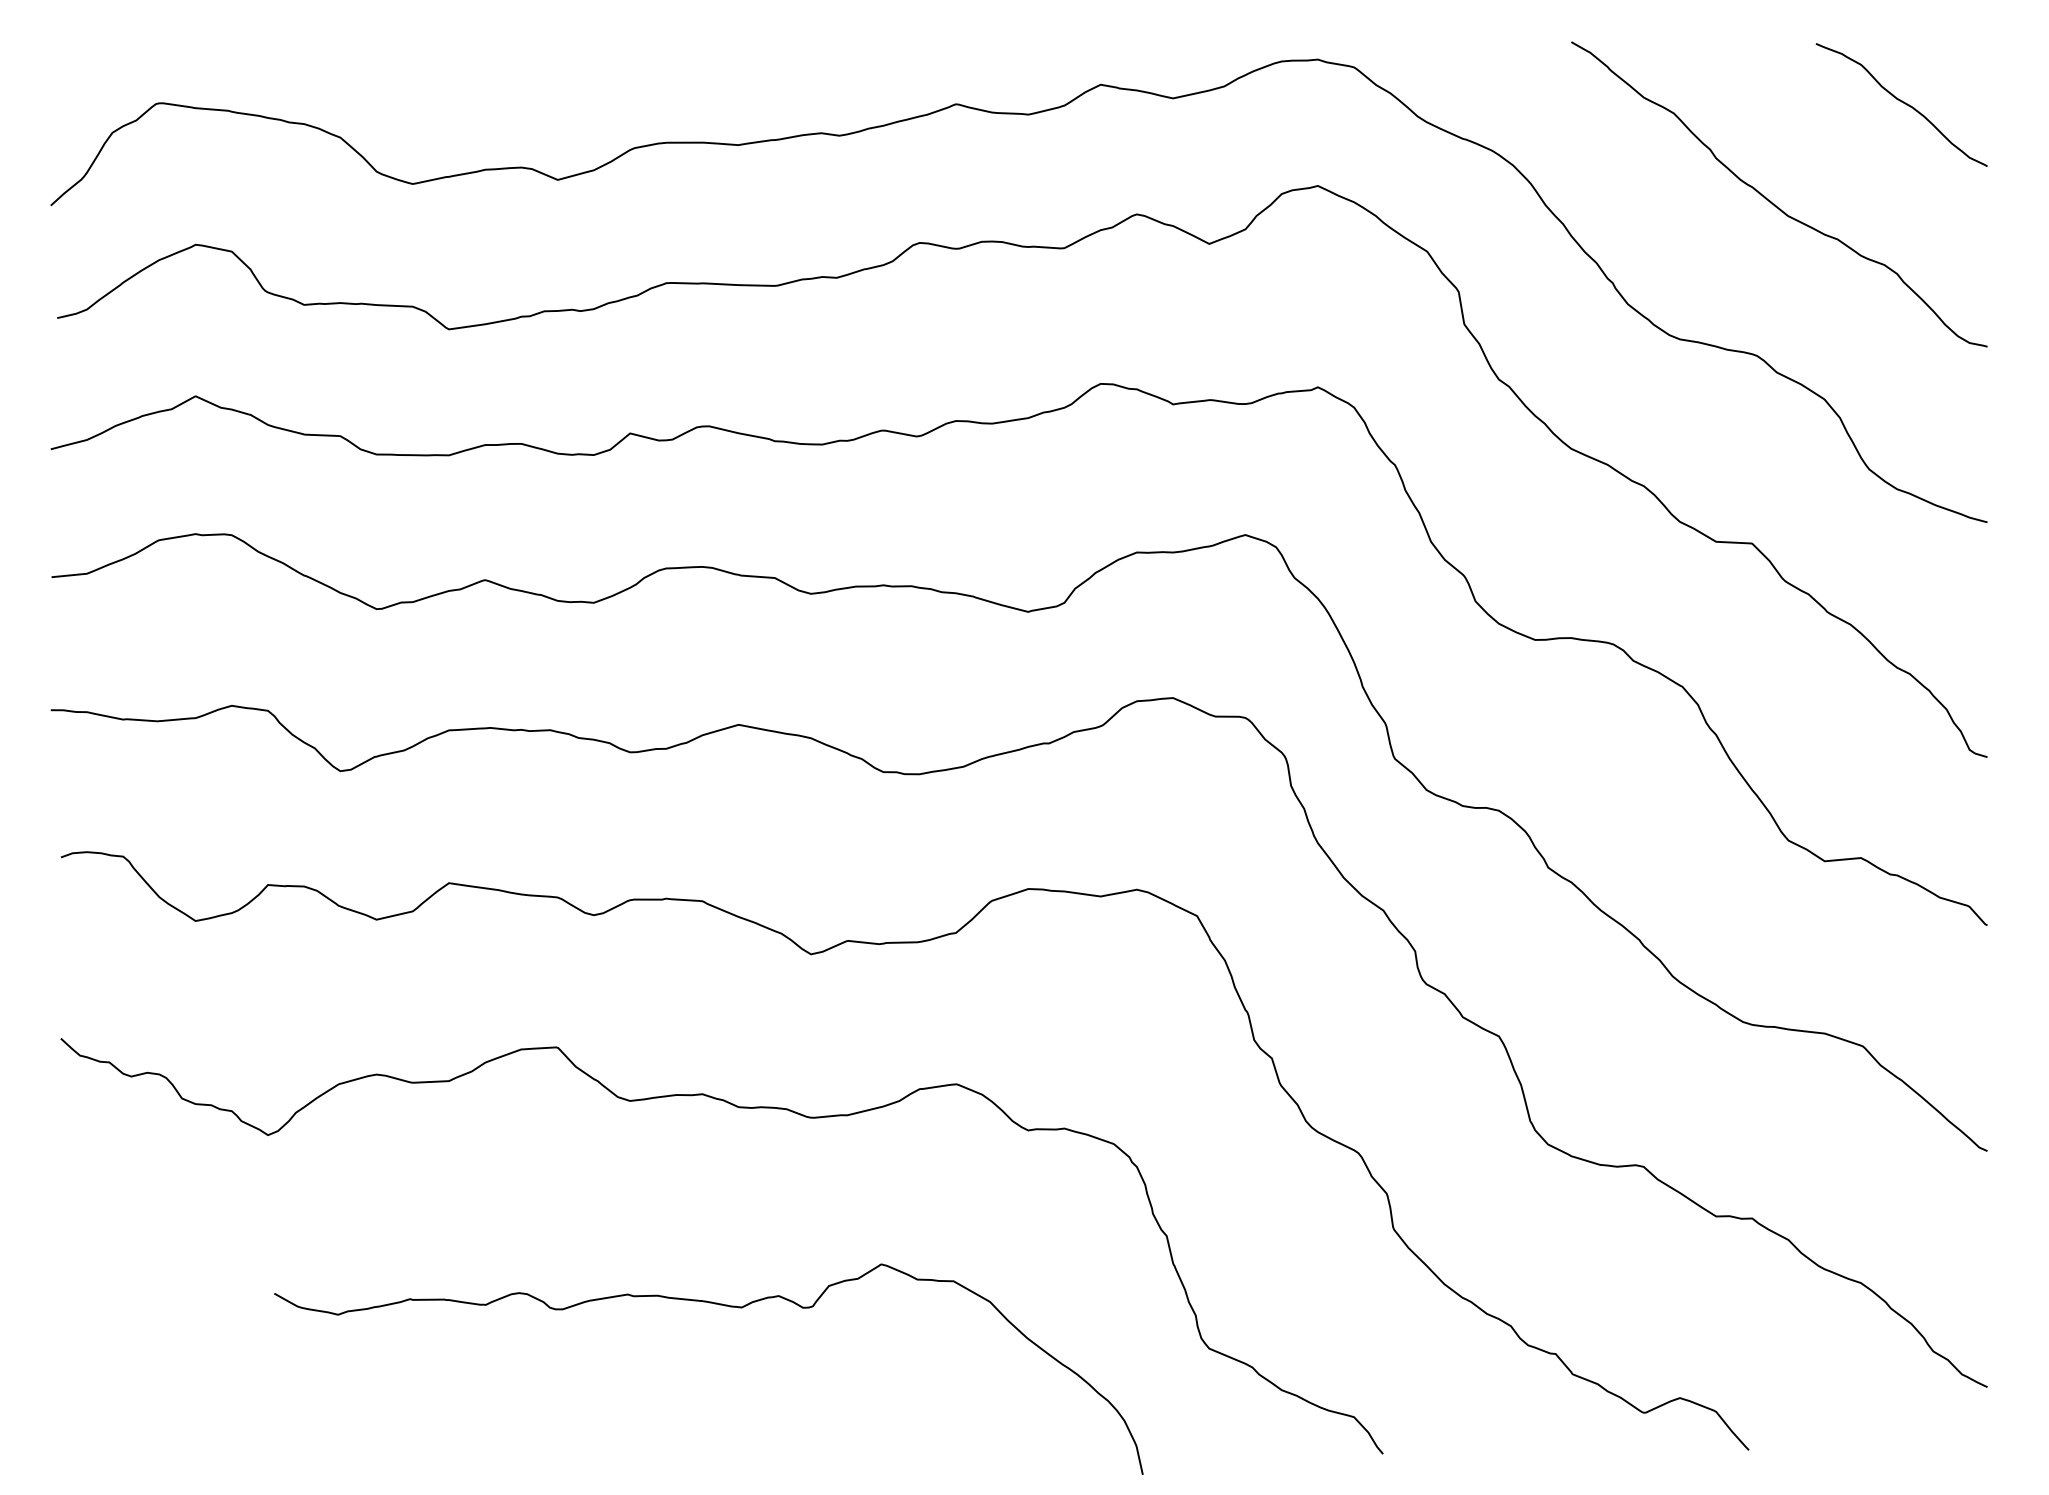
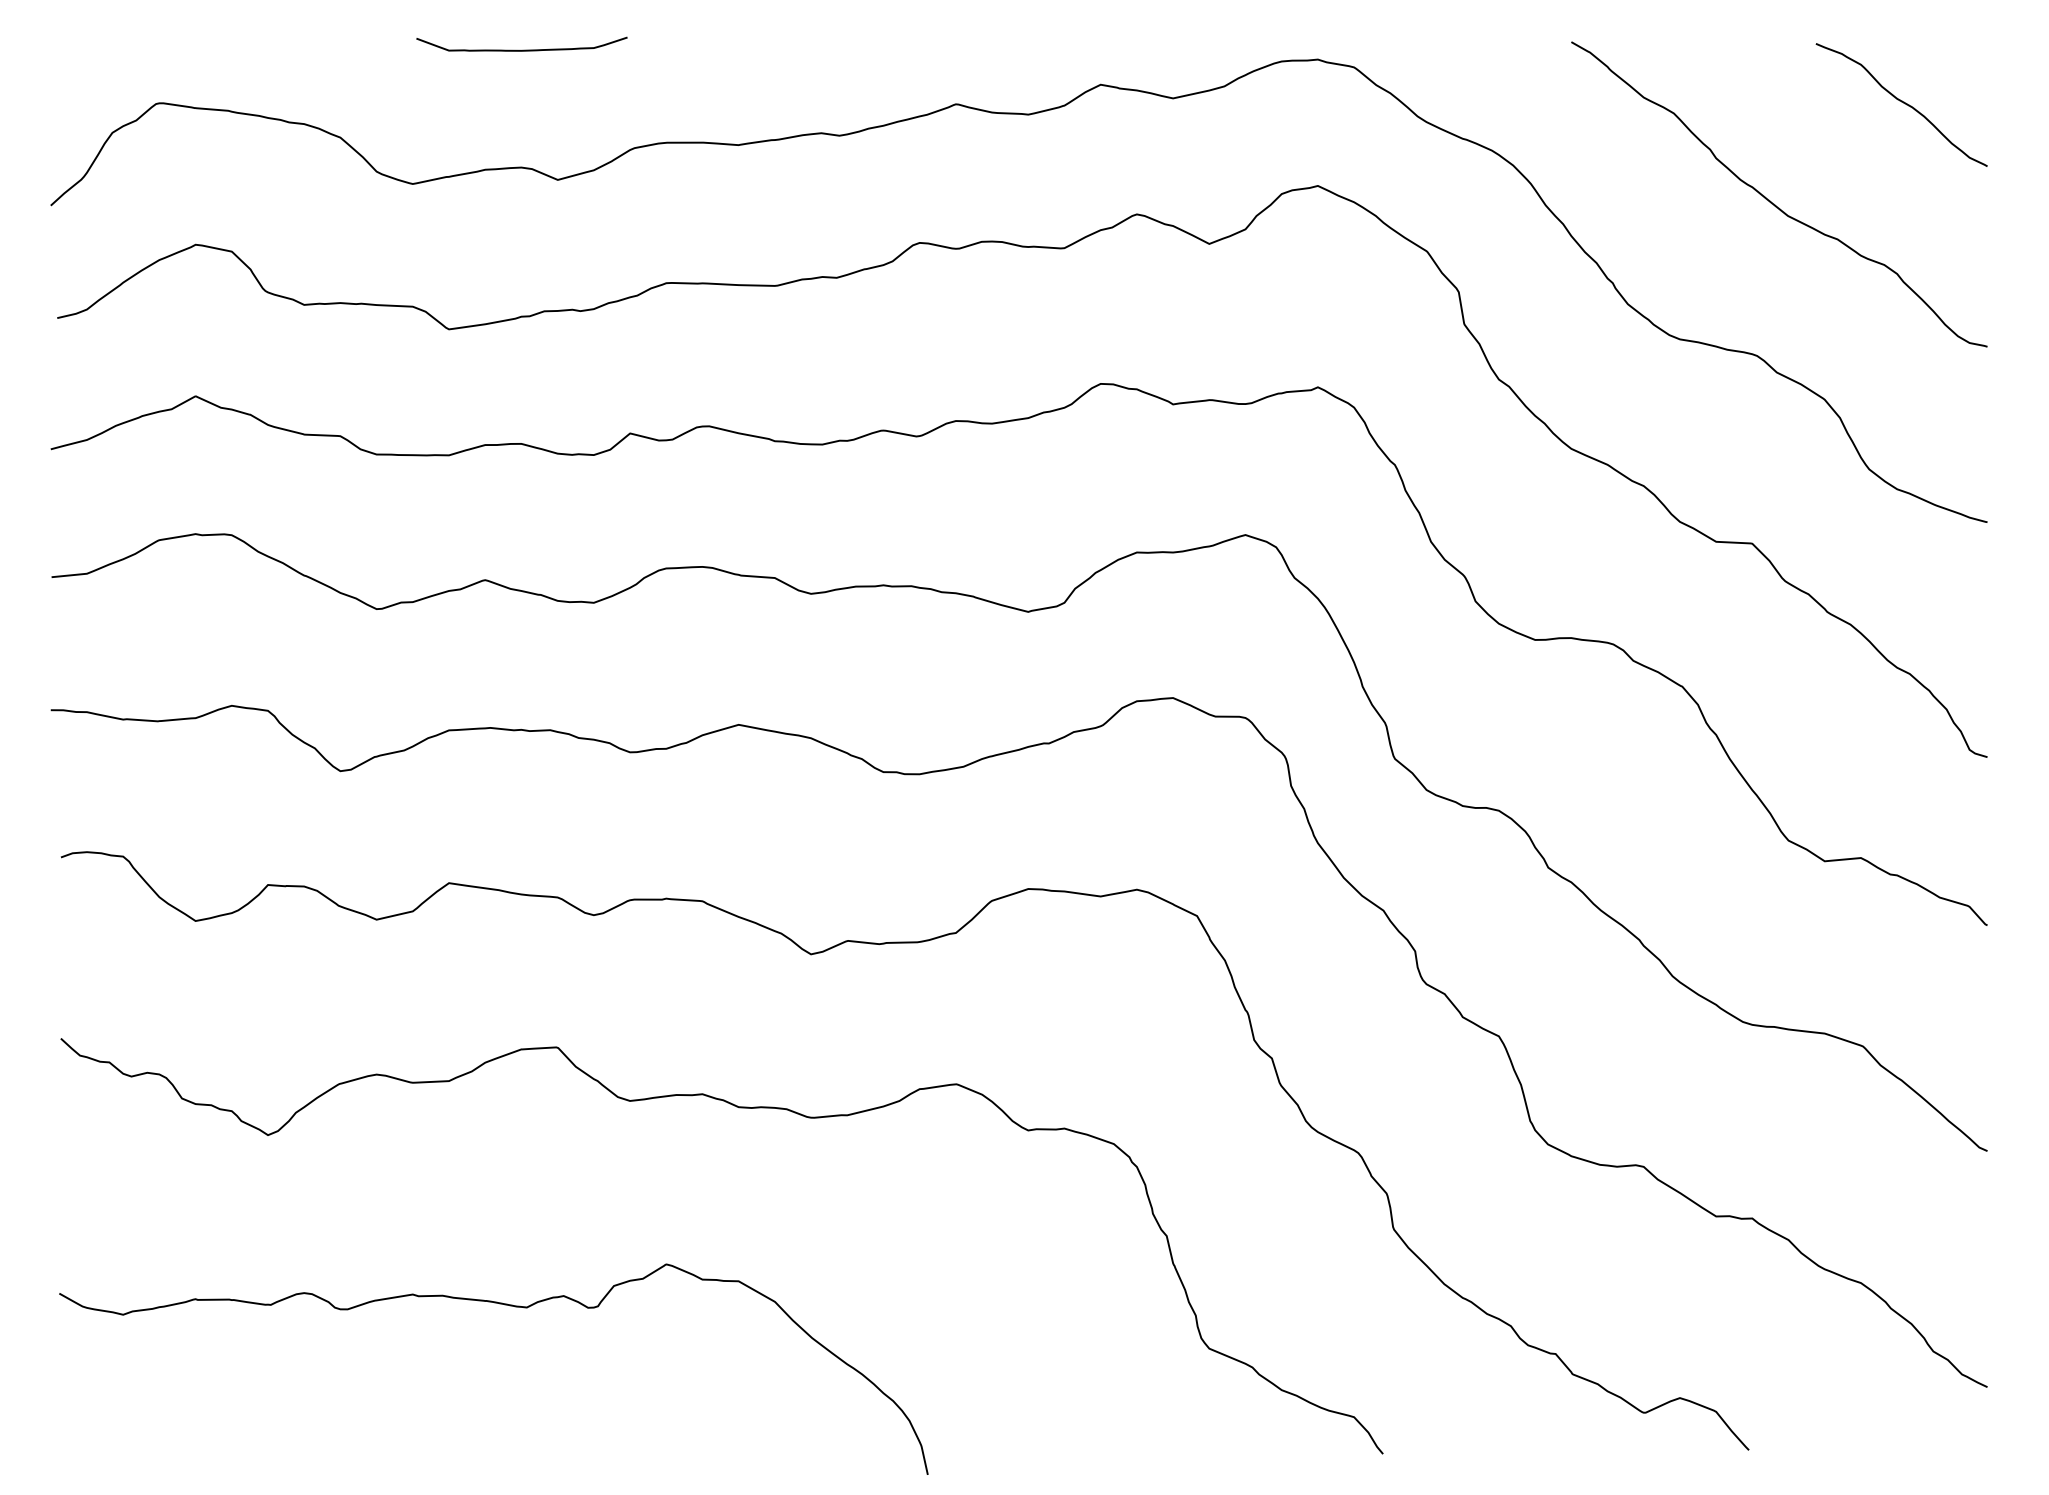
curve at (522, 49): none -> present
curve at (719, 1305) position: (719, 1305) -> (504, 1305)
